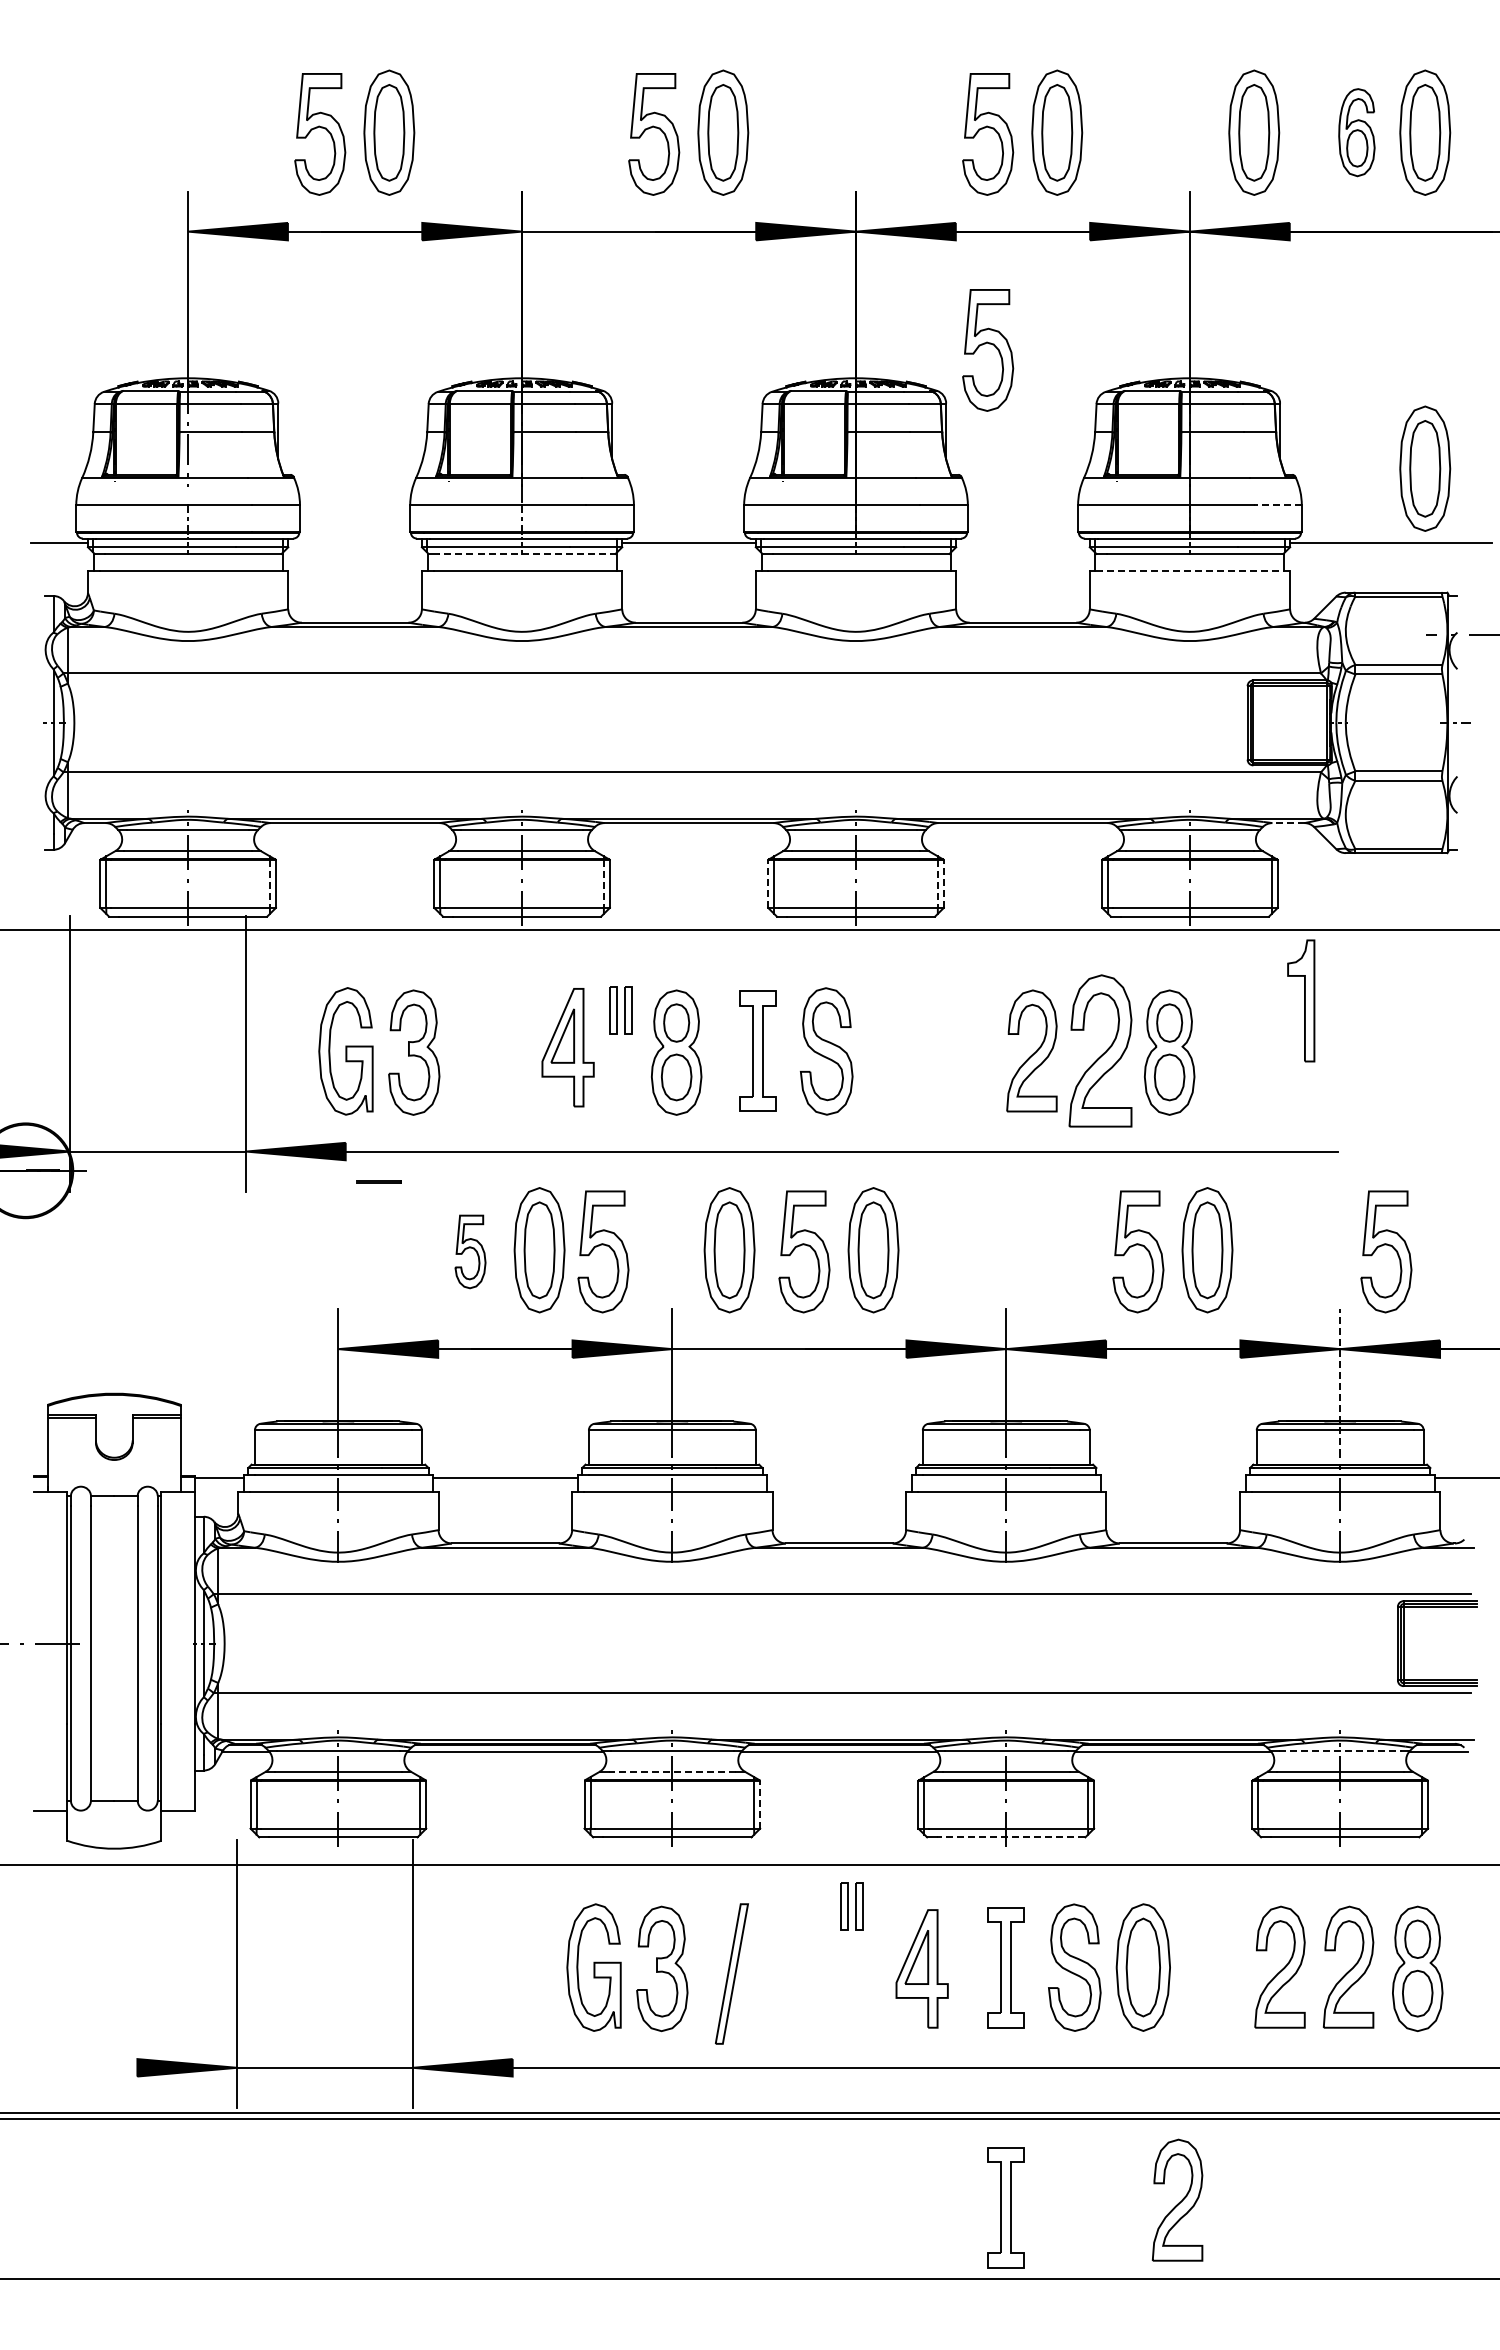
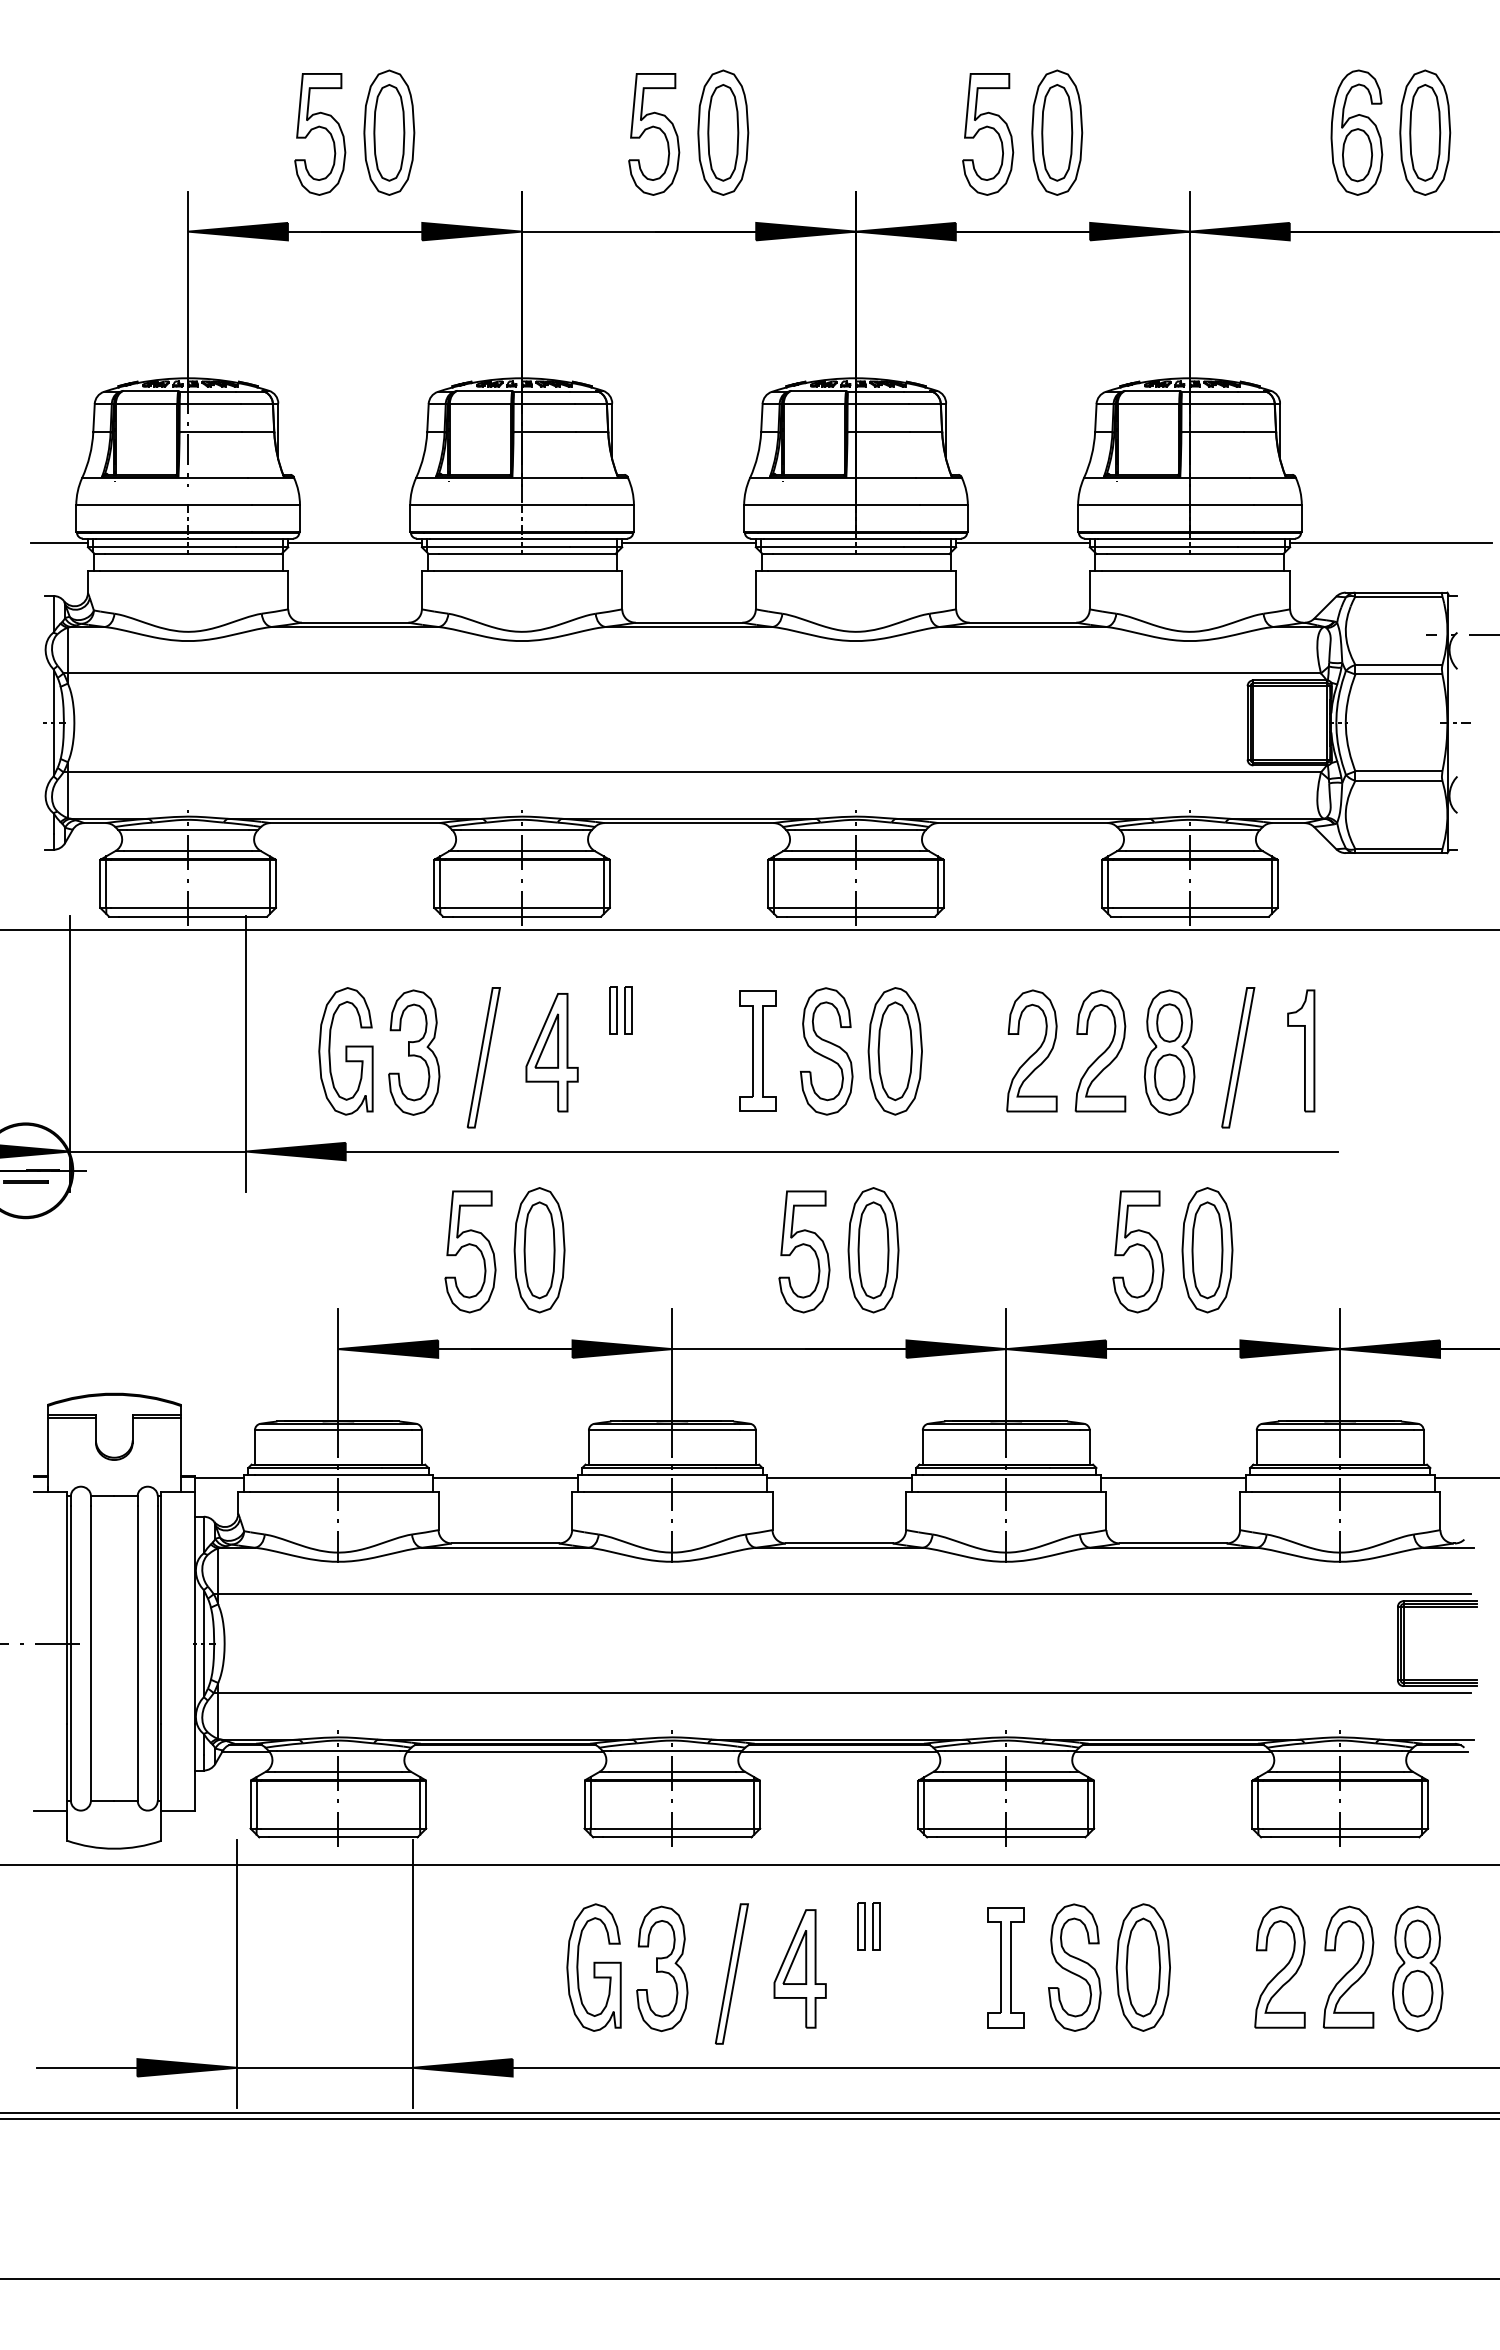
part at (1254, 132): present -> none
part at (1356, 132) size: 38x90 px -> 54x127 px
part at (989, 344): present -> none
part at (1425, 468): present -> none
line at (1277, 505): dashed -> solid
line at (354, 543): none -> present
line at (1022, 543): none -> present
line at (527, 553): dashed -> solid
line at (1195, 571): dashed -> solid
line at (1287, 823): dashed -> solid
line at (768, 883): dashed -> solid
line at (943, 883): dashed -> solid
line at (269, 884): dashed -> solid
line at (603, 884): dashed -> solid
line at (937, 884): dashed -> solid
part at (1301, 1000) position: (1301, 1000) -> (1301, 1050)
part at (567, 1047) position: (567, 1047) -> (551, 1052)
part at (1100, 1050) size: 65x154 px -> 53x124 px
part at (894, 1051): none -> present
part at (676, 1052): present -> none
part at (483, 1057): none -> present
part at (1238, 1057): none -> present
line at (378, 1181) position: (378, 1181) -> (25, 1181)
part at (729, 1250): present -> none
part at (470, 1251) size: 33x76 px -> 53x124 px
part at (603, 1251): present -> none
part at (1386, 1251): present -> none
line at (1340, 1381): dashed -> solid
line at (838, 1478): none -> present
line at (1172, 1478): none -> present
line at (1340, 1750): dashed -> solid
line at (672, 1771): dashed -> solid
line at (760, 1804): dashed -> solid
line at (1010, 1837): dashed -> solid
part at (851, 1906) position: (851, 1906) -> (868, 1926)
part at (921, 1968) position: (921, 1968) -> (799, 1968)
line at (86, 2067): none -> present
part at (1177, 2199): present -> none
part at (1005, 2207): present -> none
